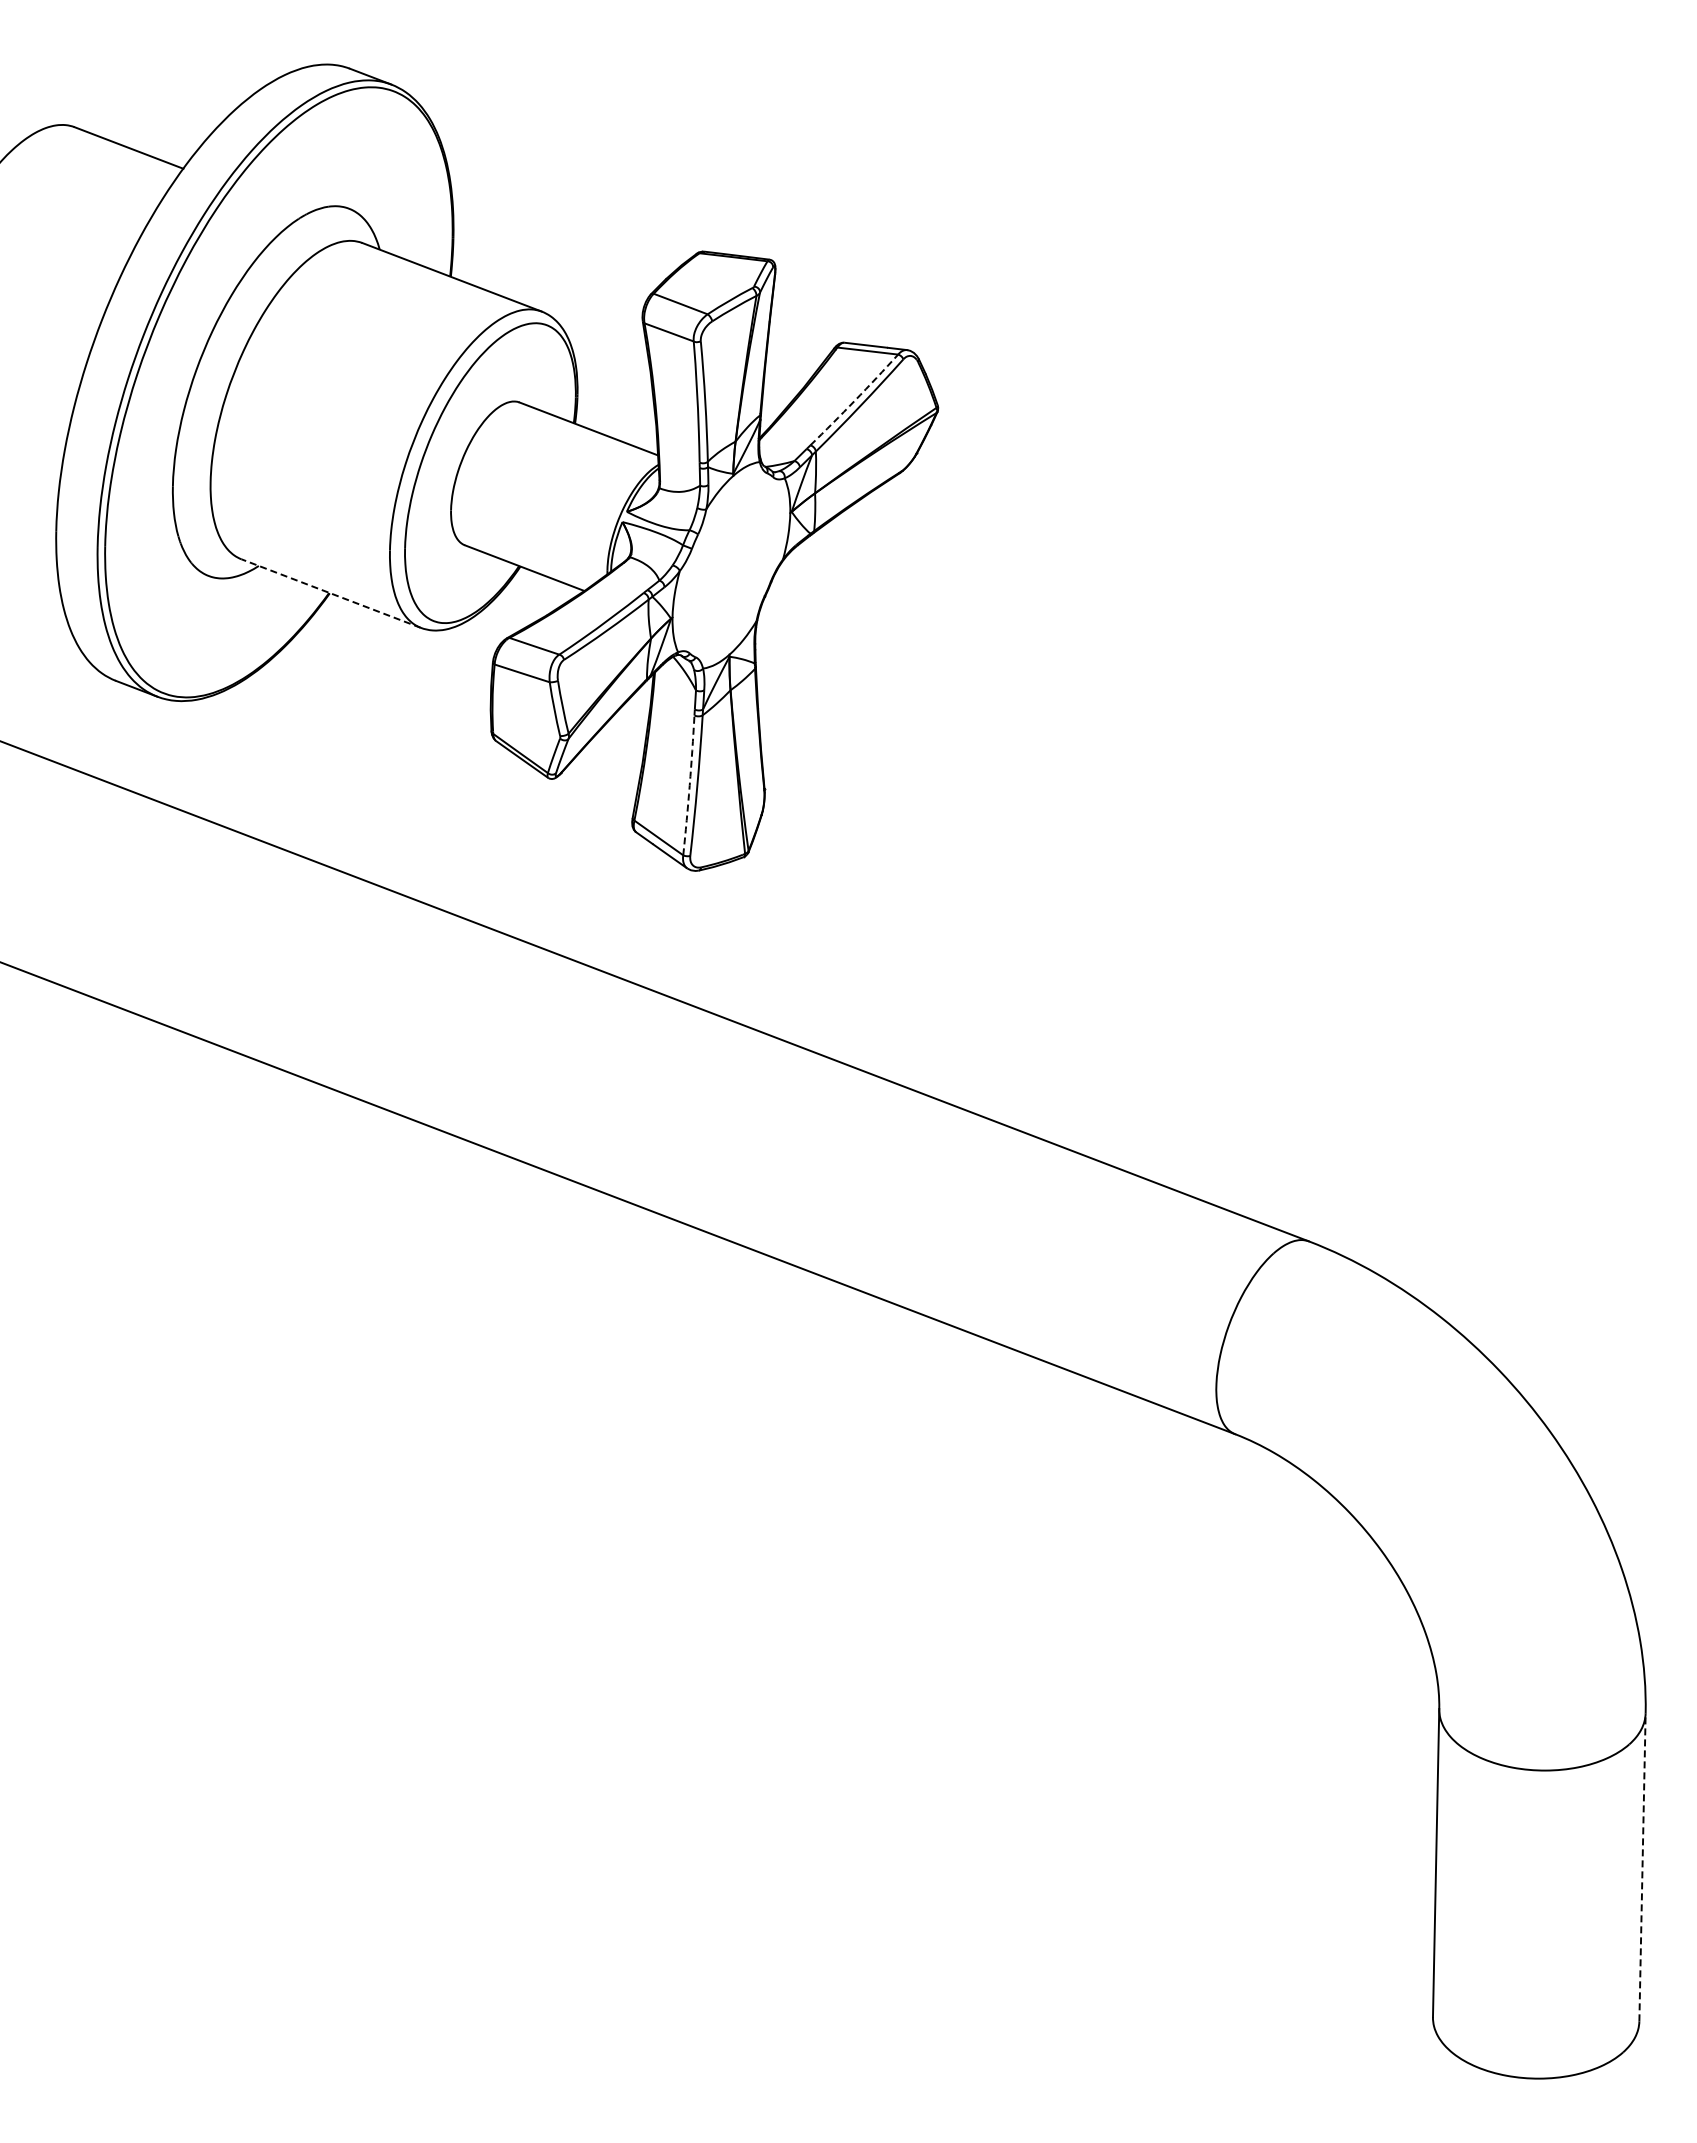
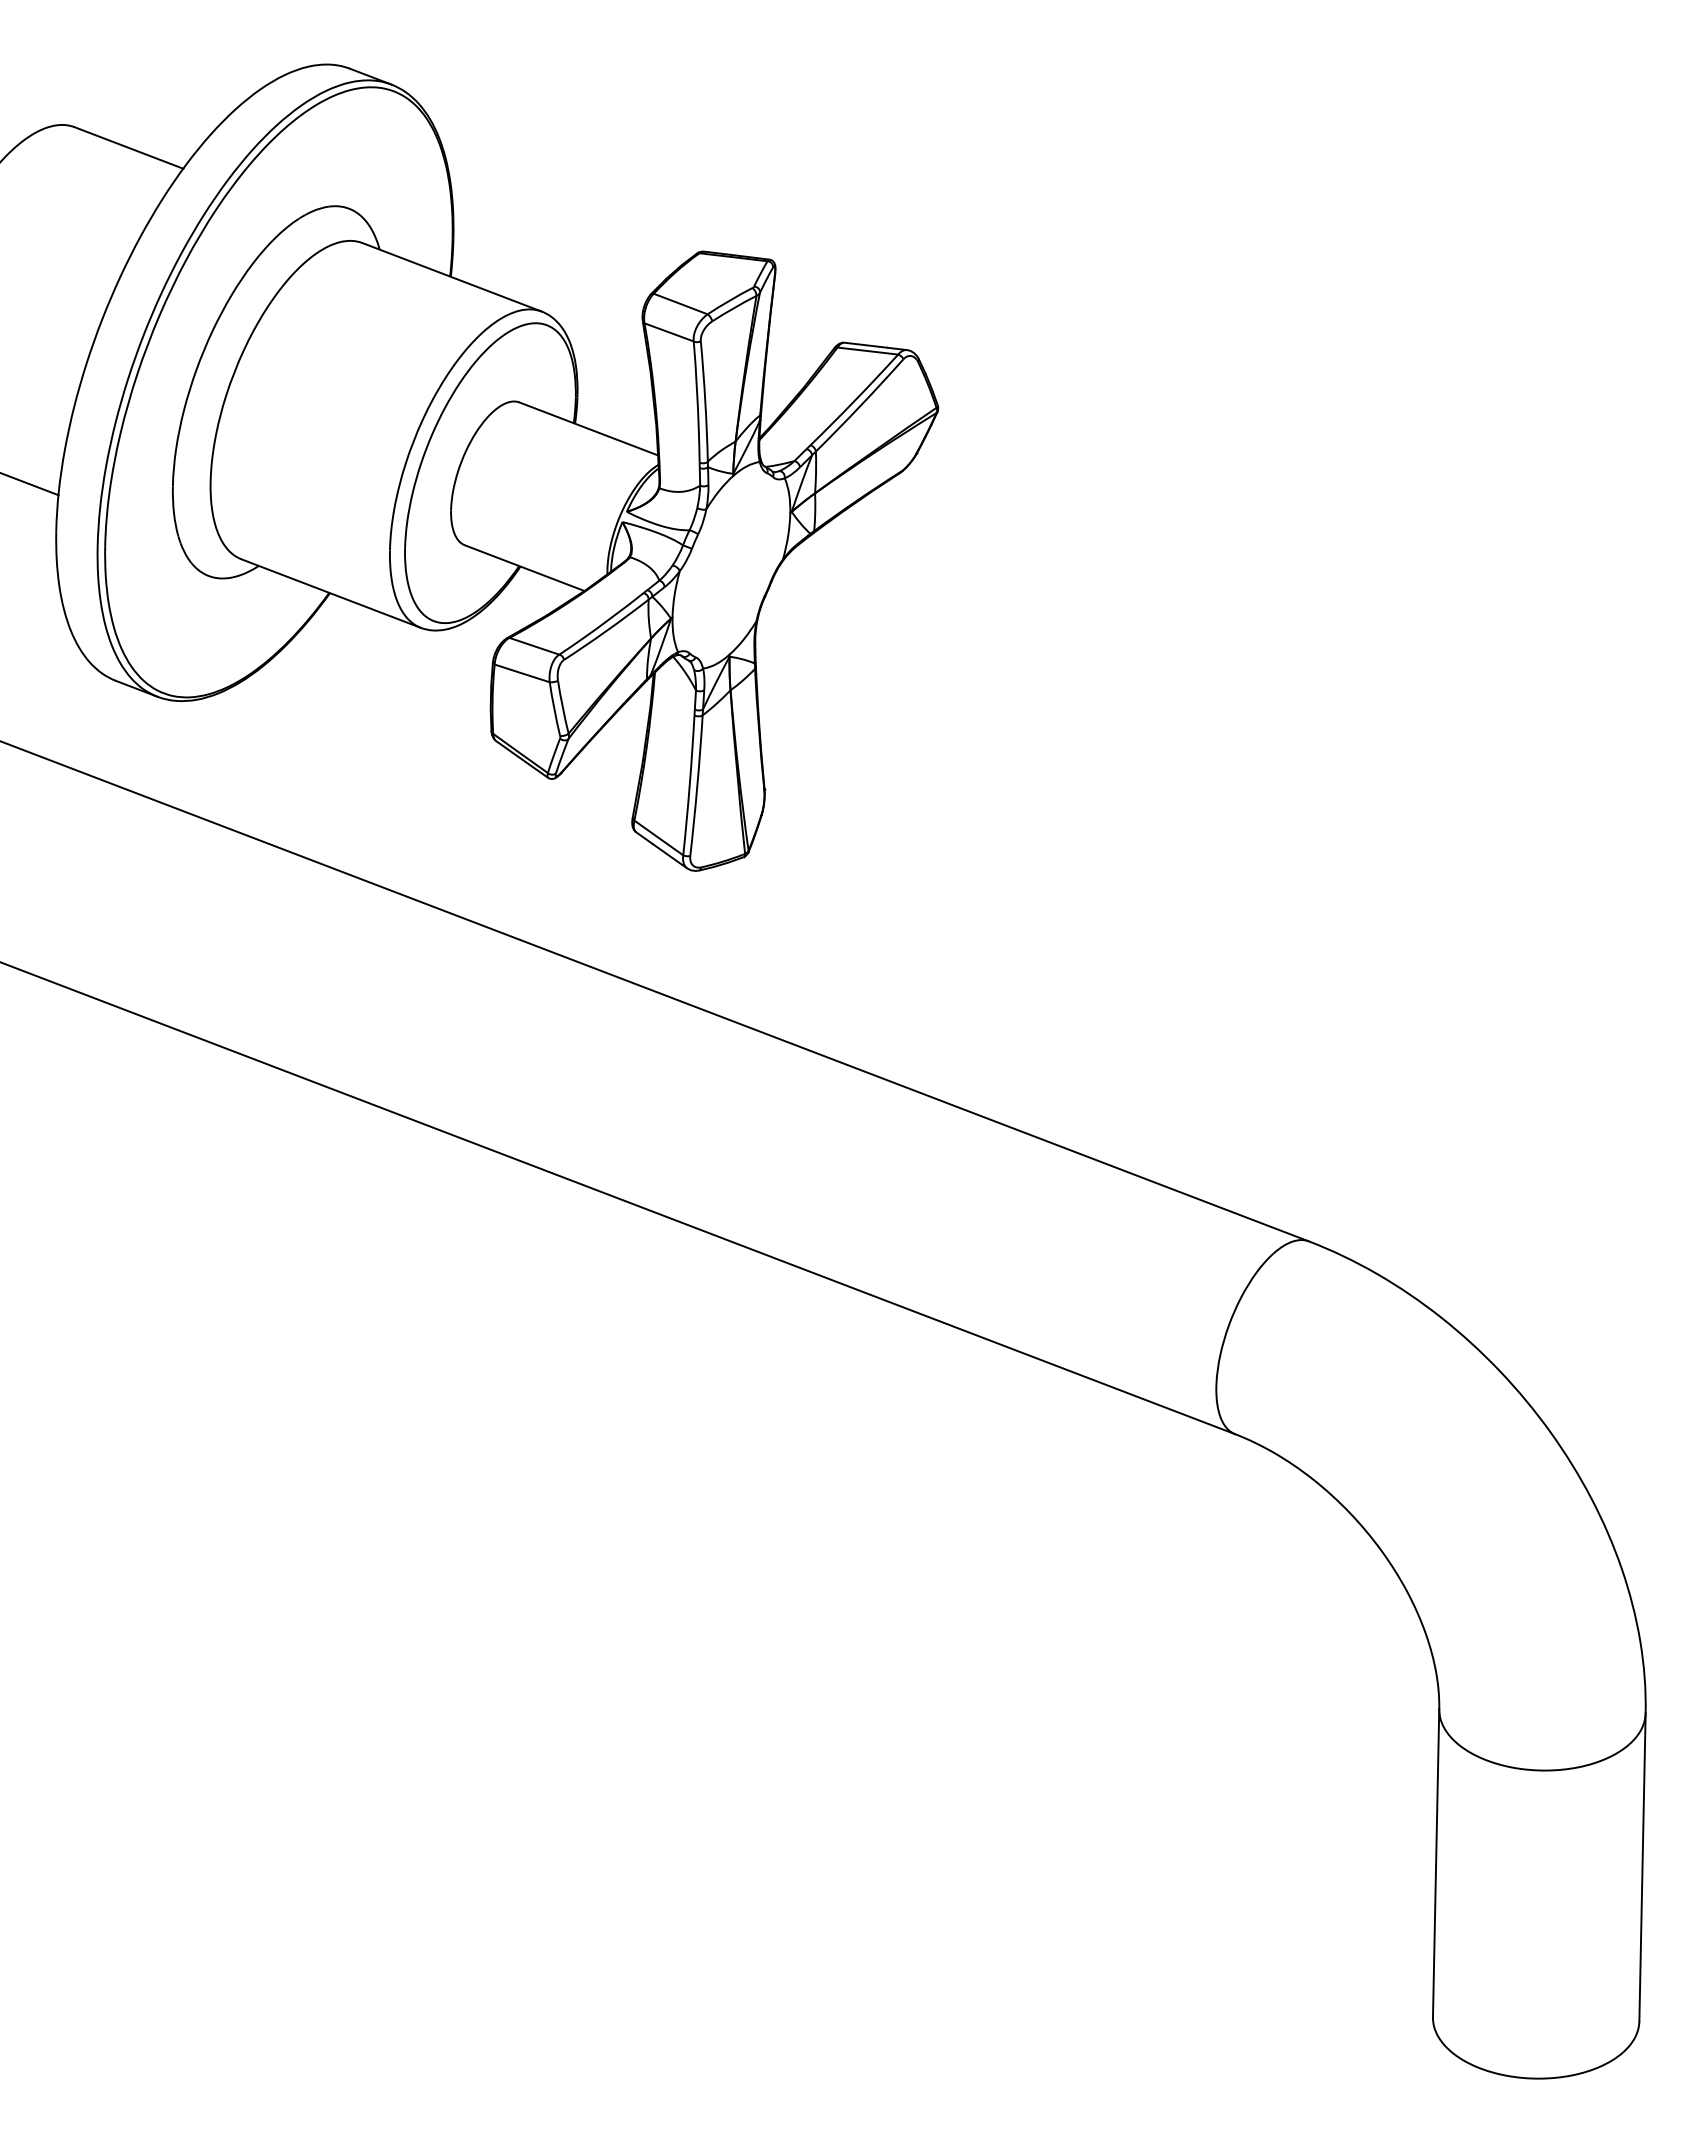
arc at (854, 400): dashed -> solid
line at (30, 484): none -> present
line at (330, 593): dashed -> solid
arc at (689, 785): dashed -> solid
line at (1642, 1866): dashed -> solid
